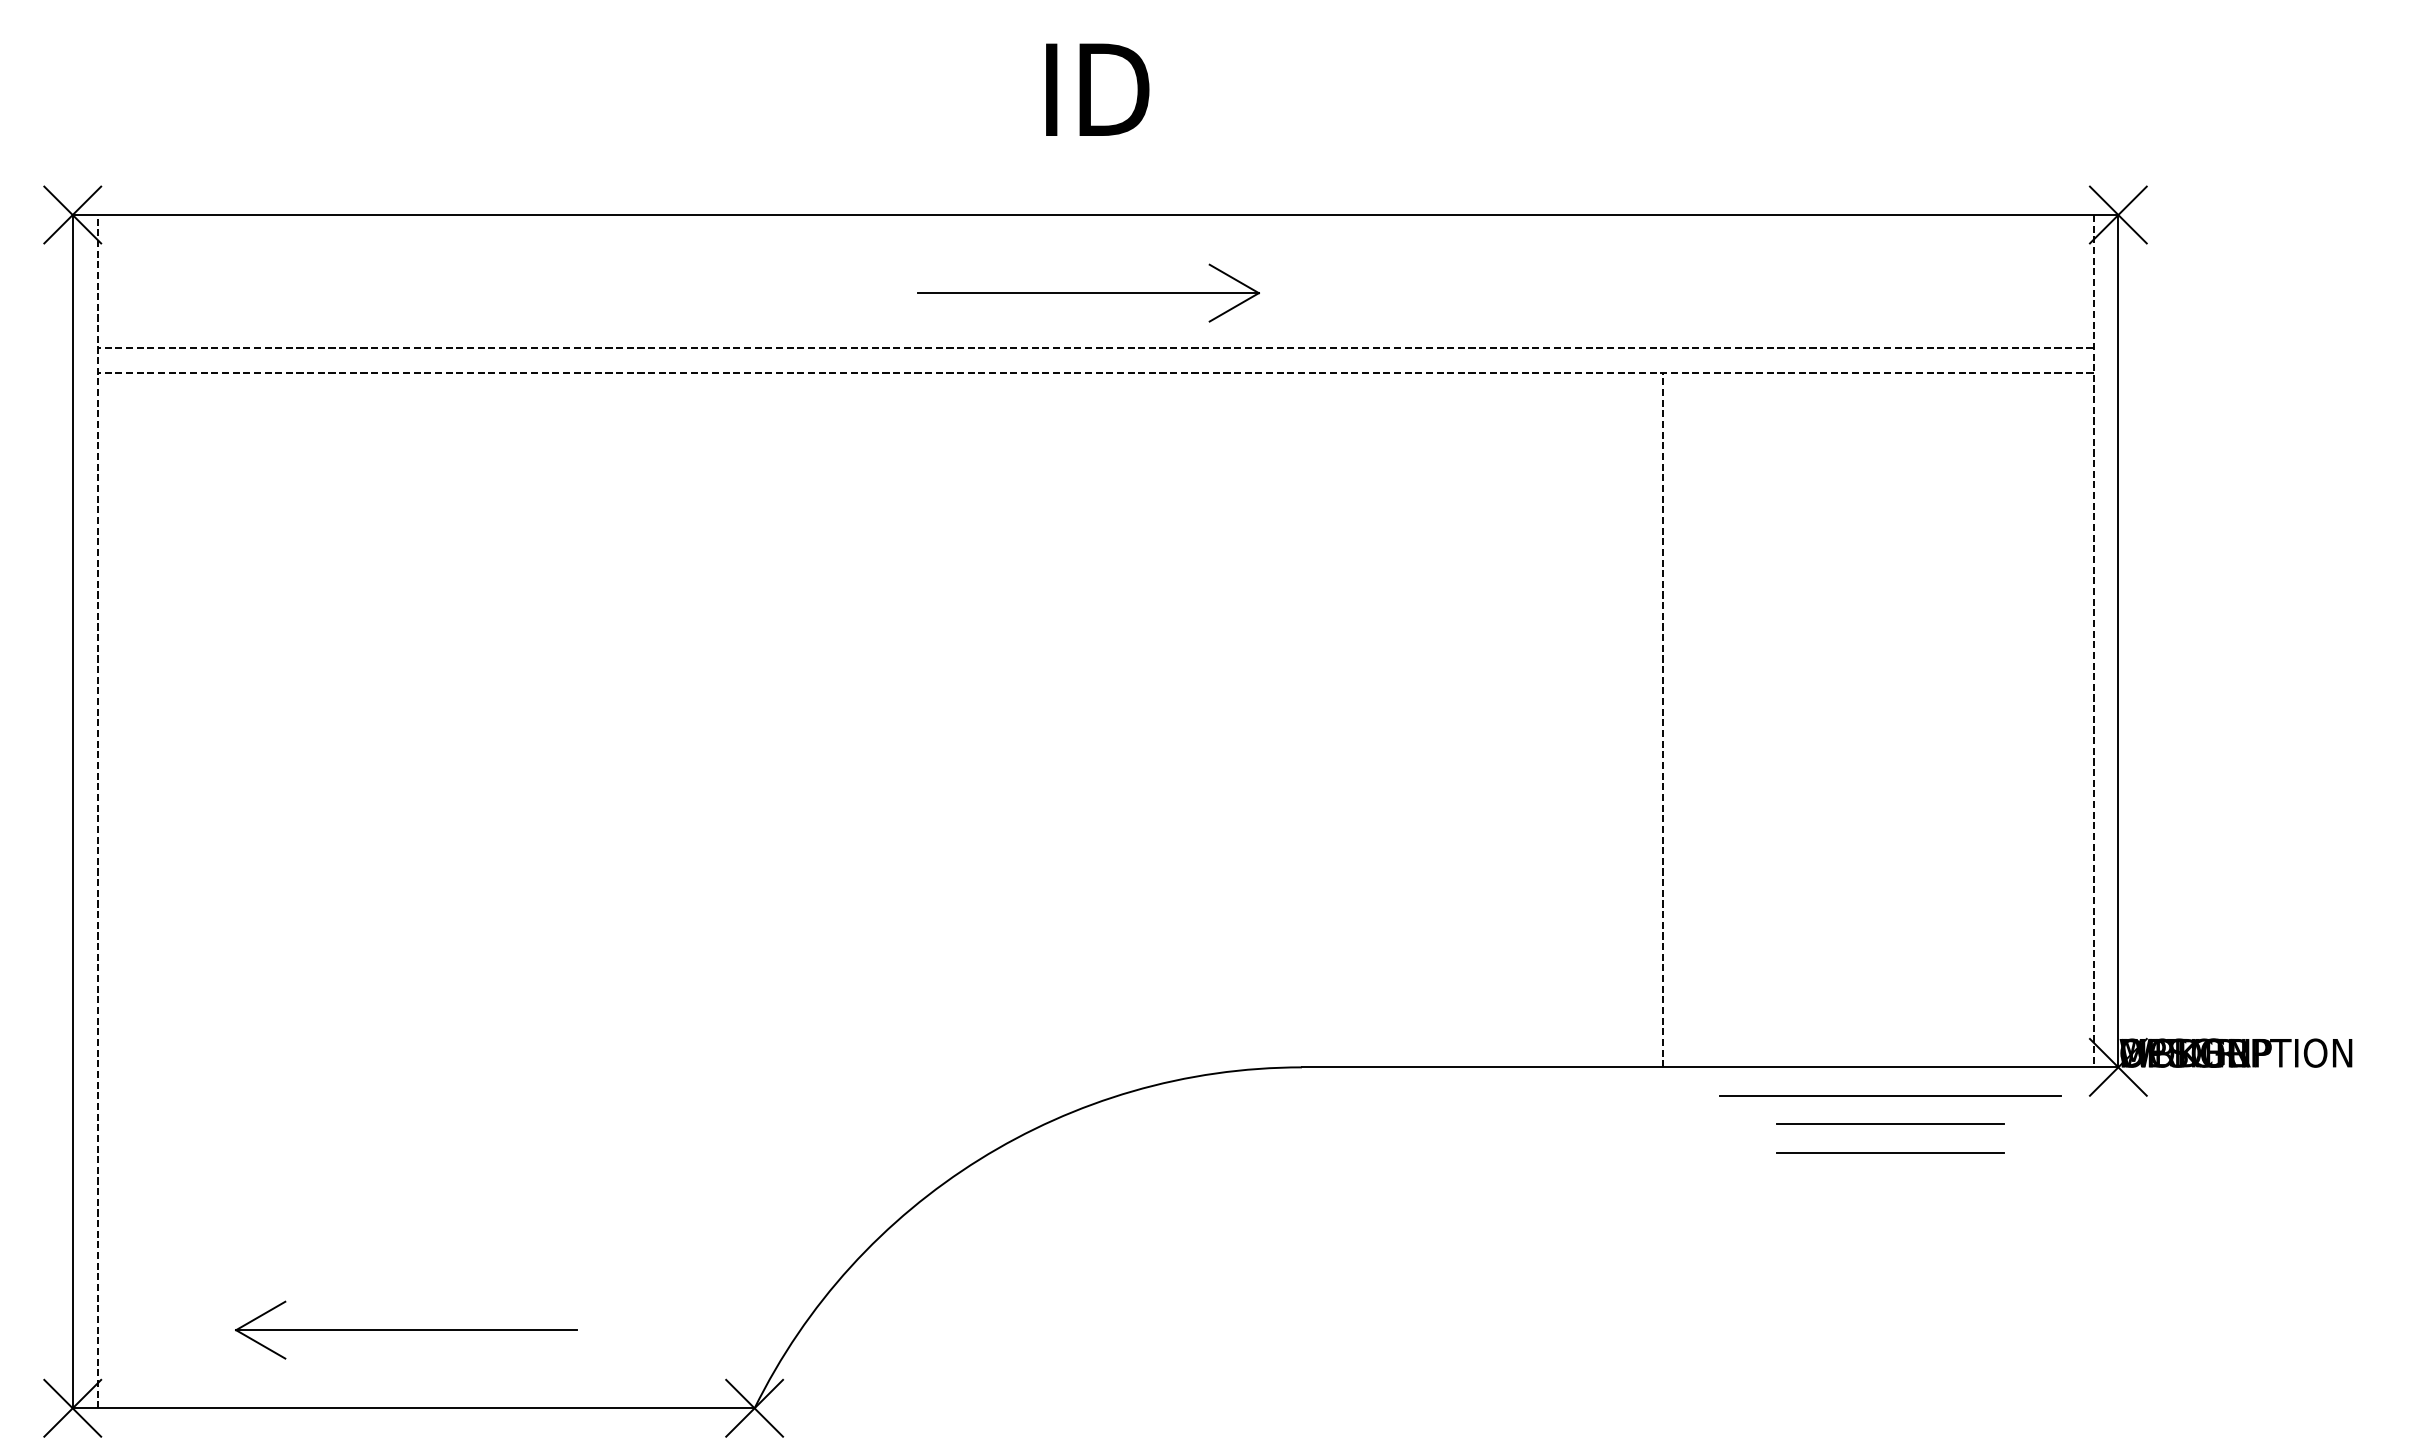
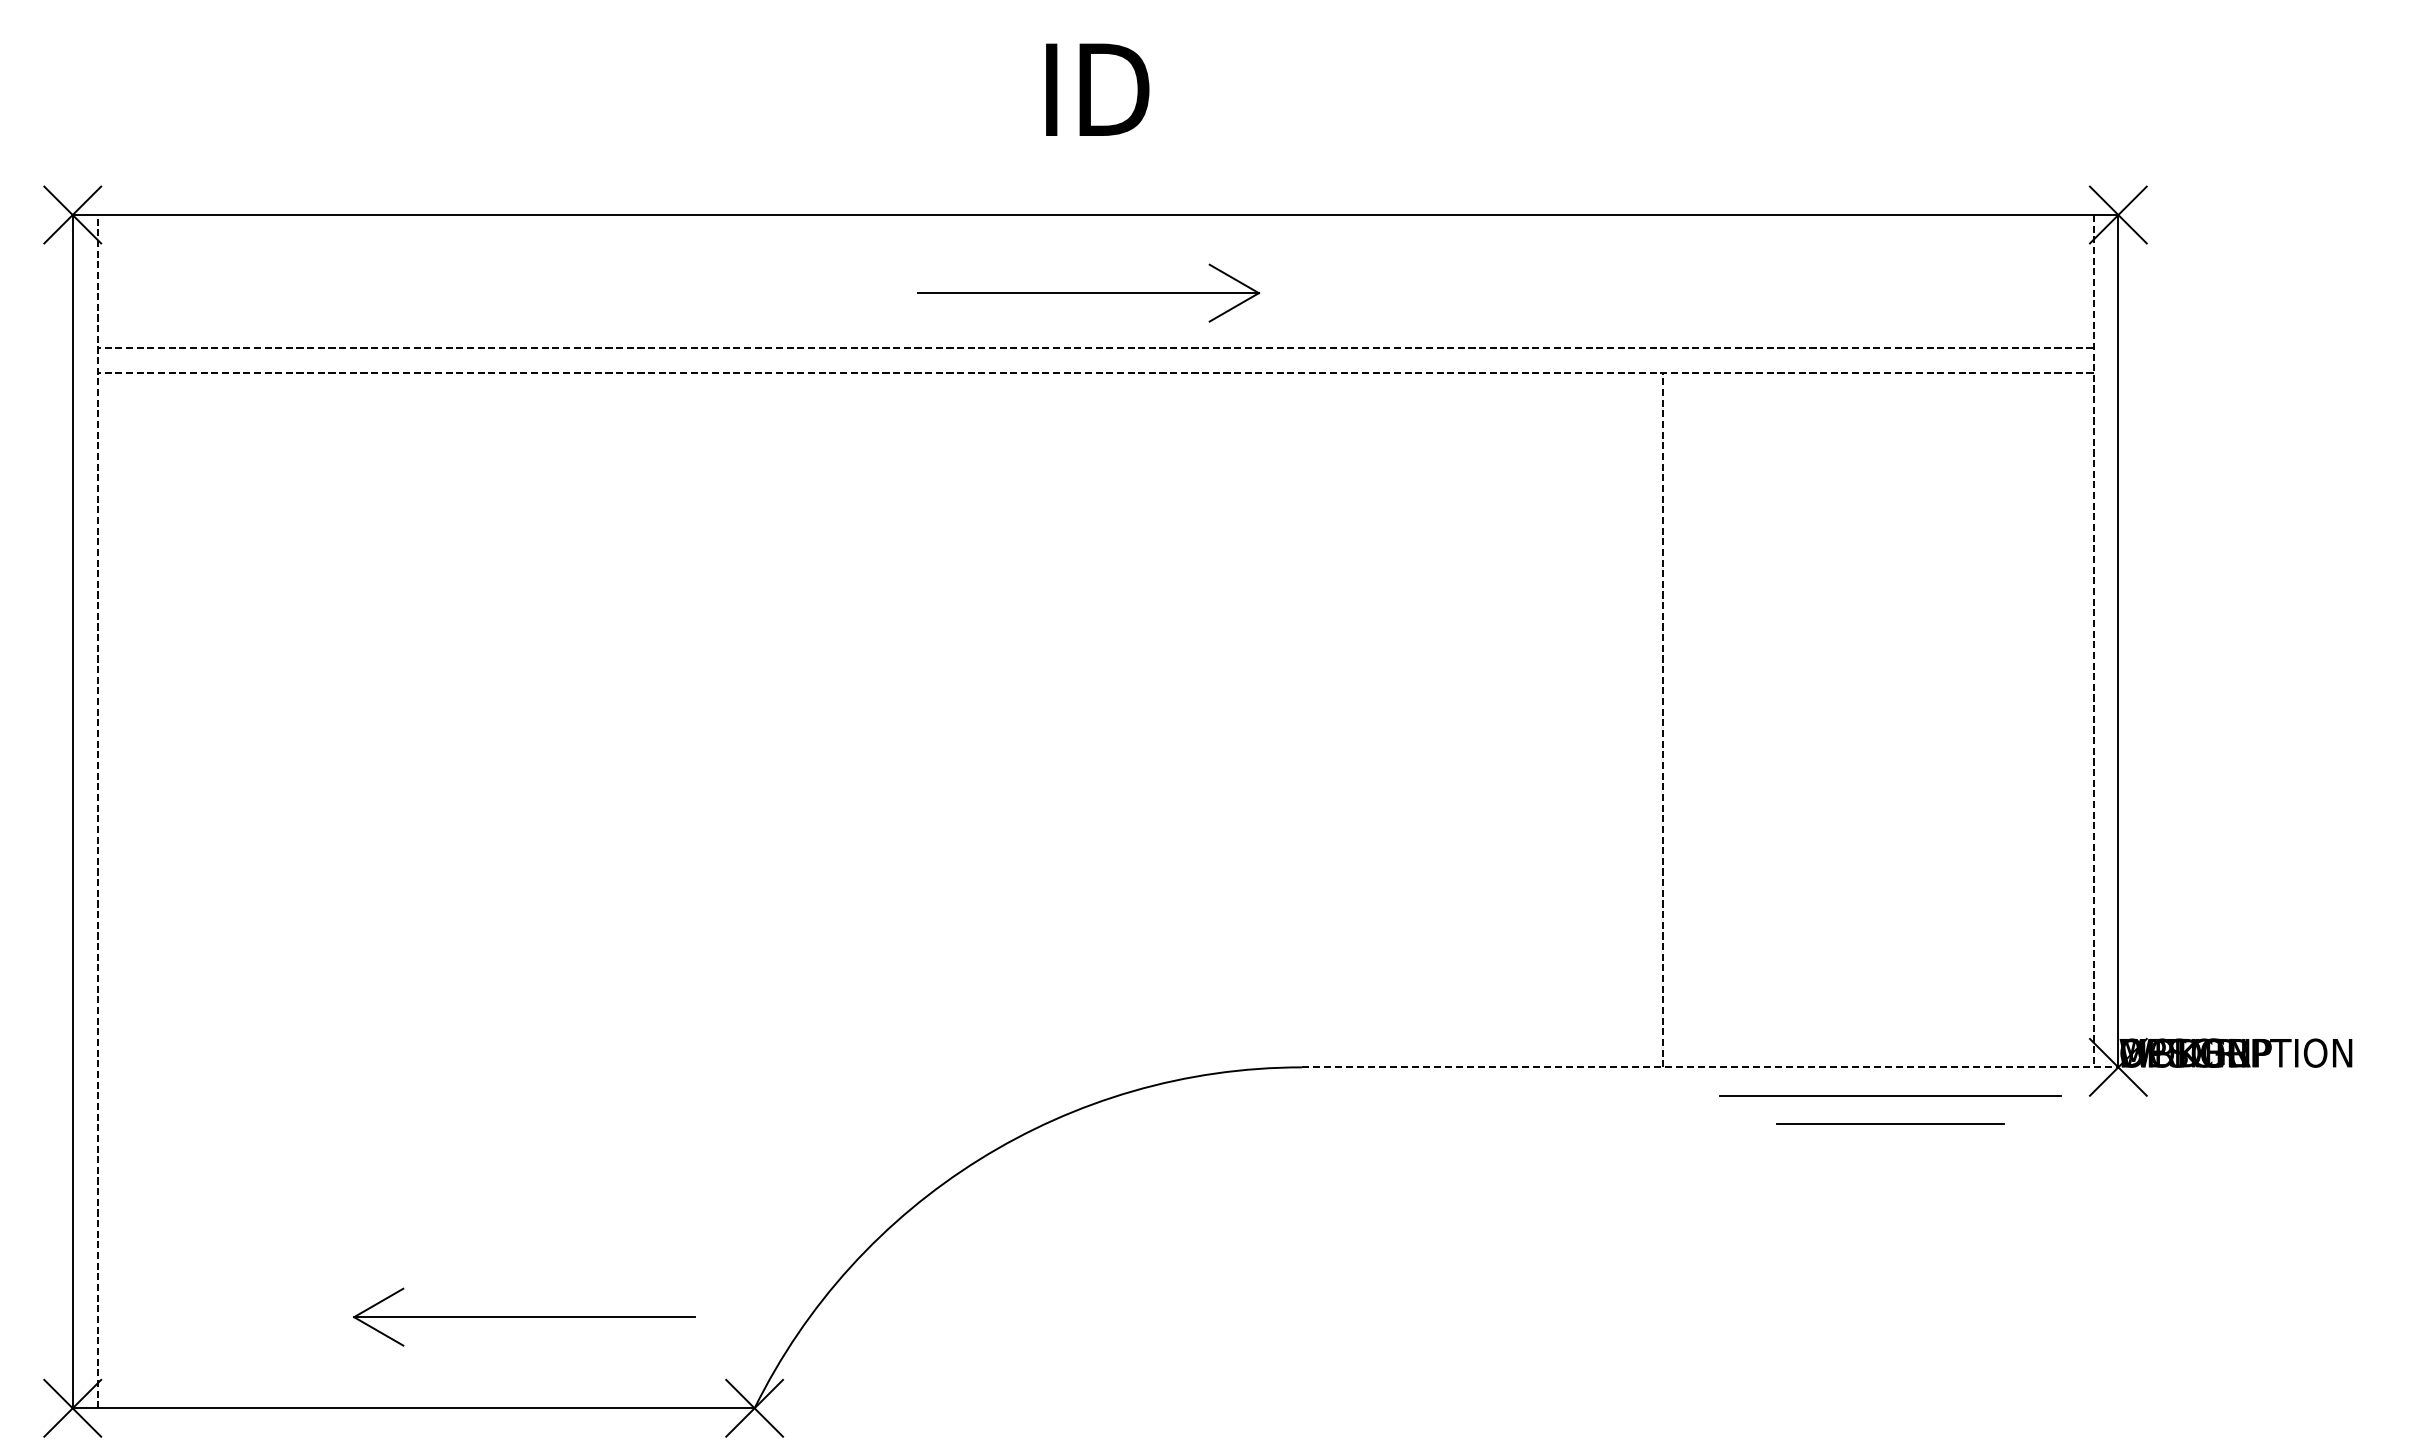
line at (1710, 1067): solid -> dashed
line at (1890, 1152): present -> none
part at (406, 1329) position: (406, 1329) -> (524, 1316)
